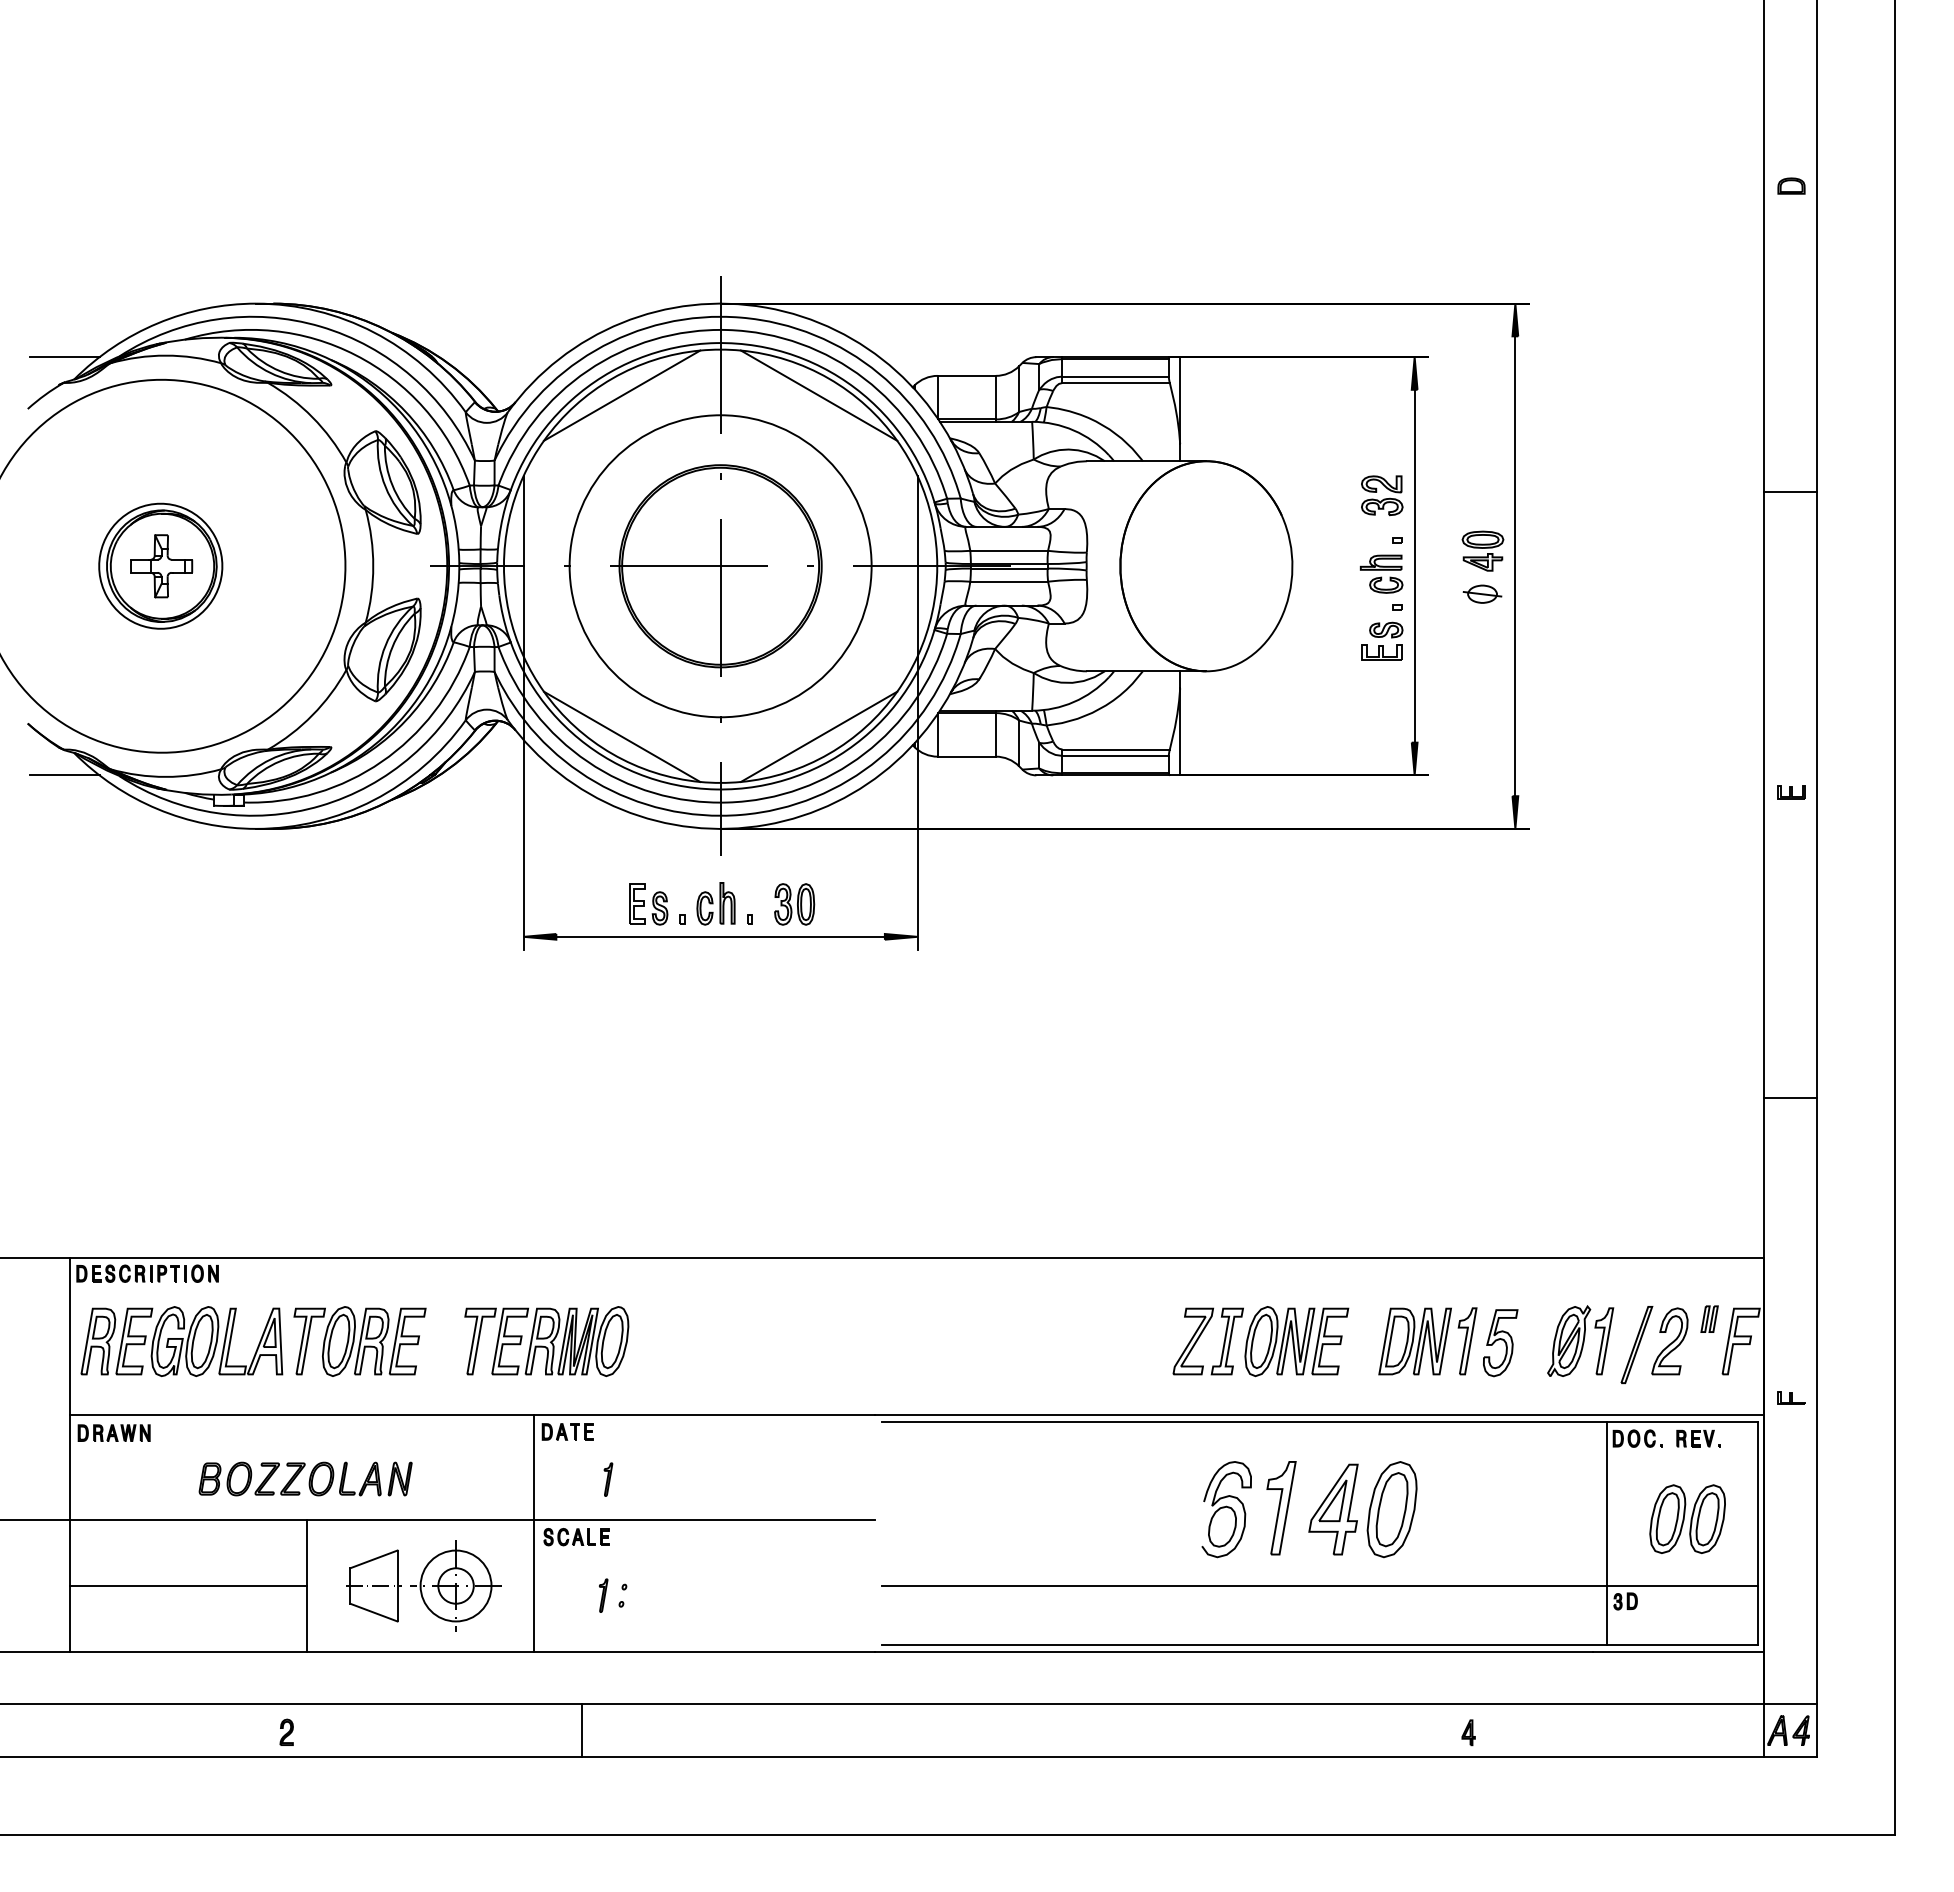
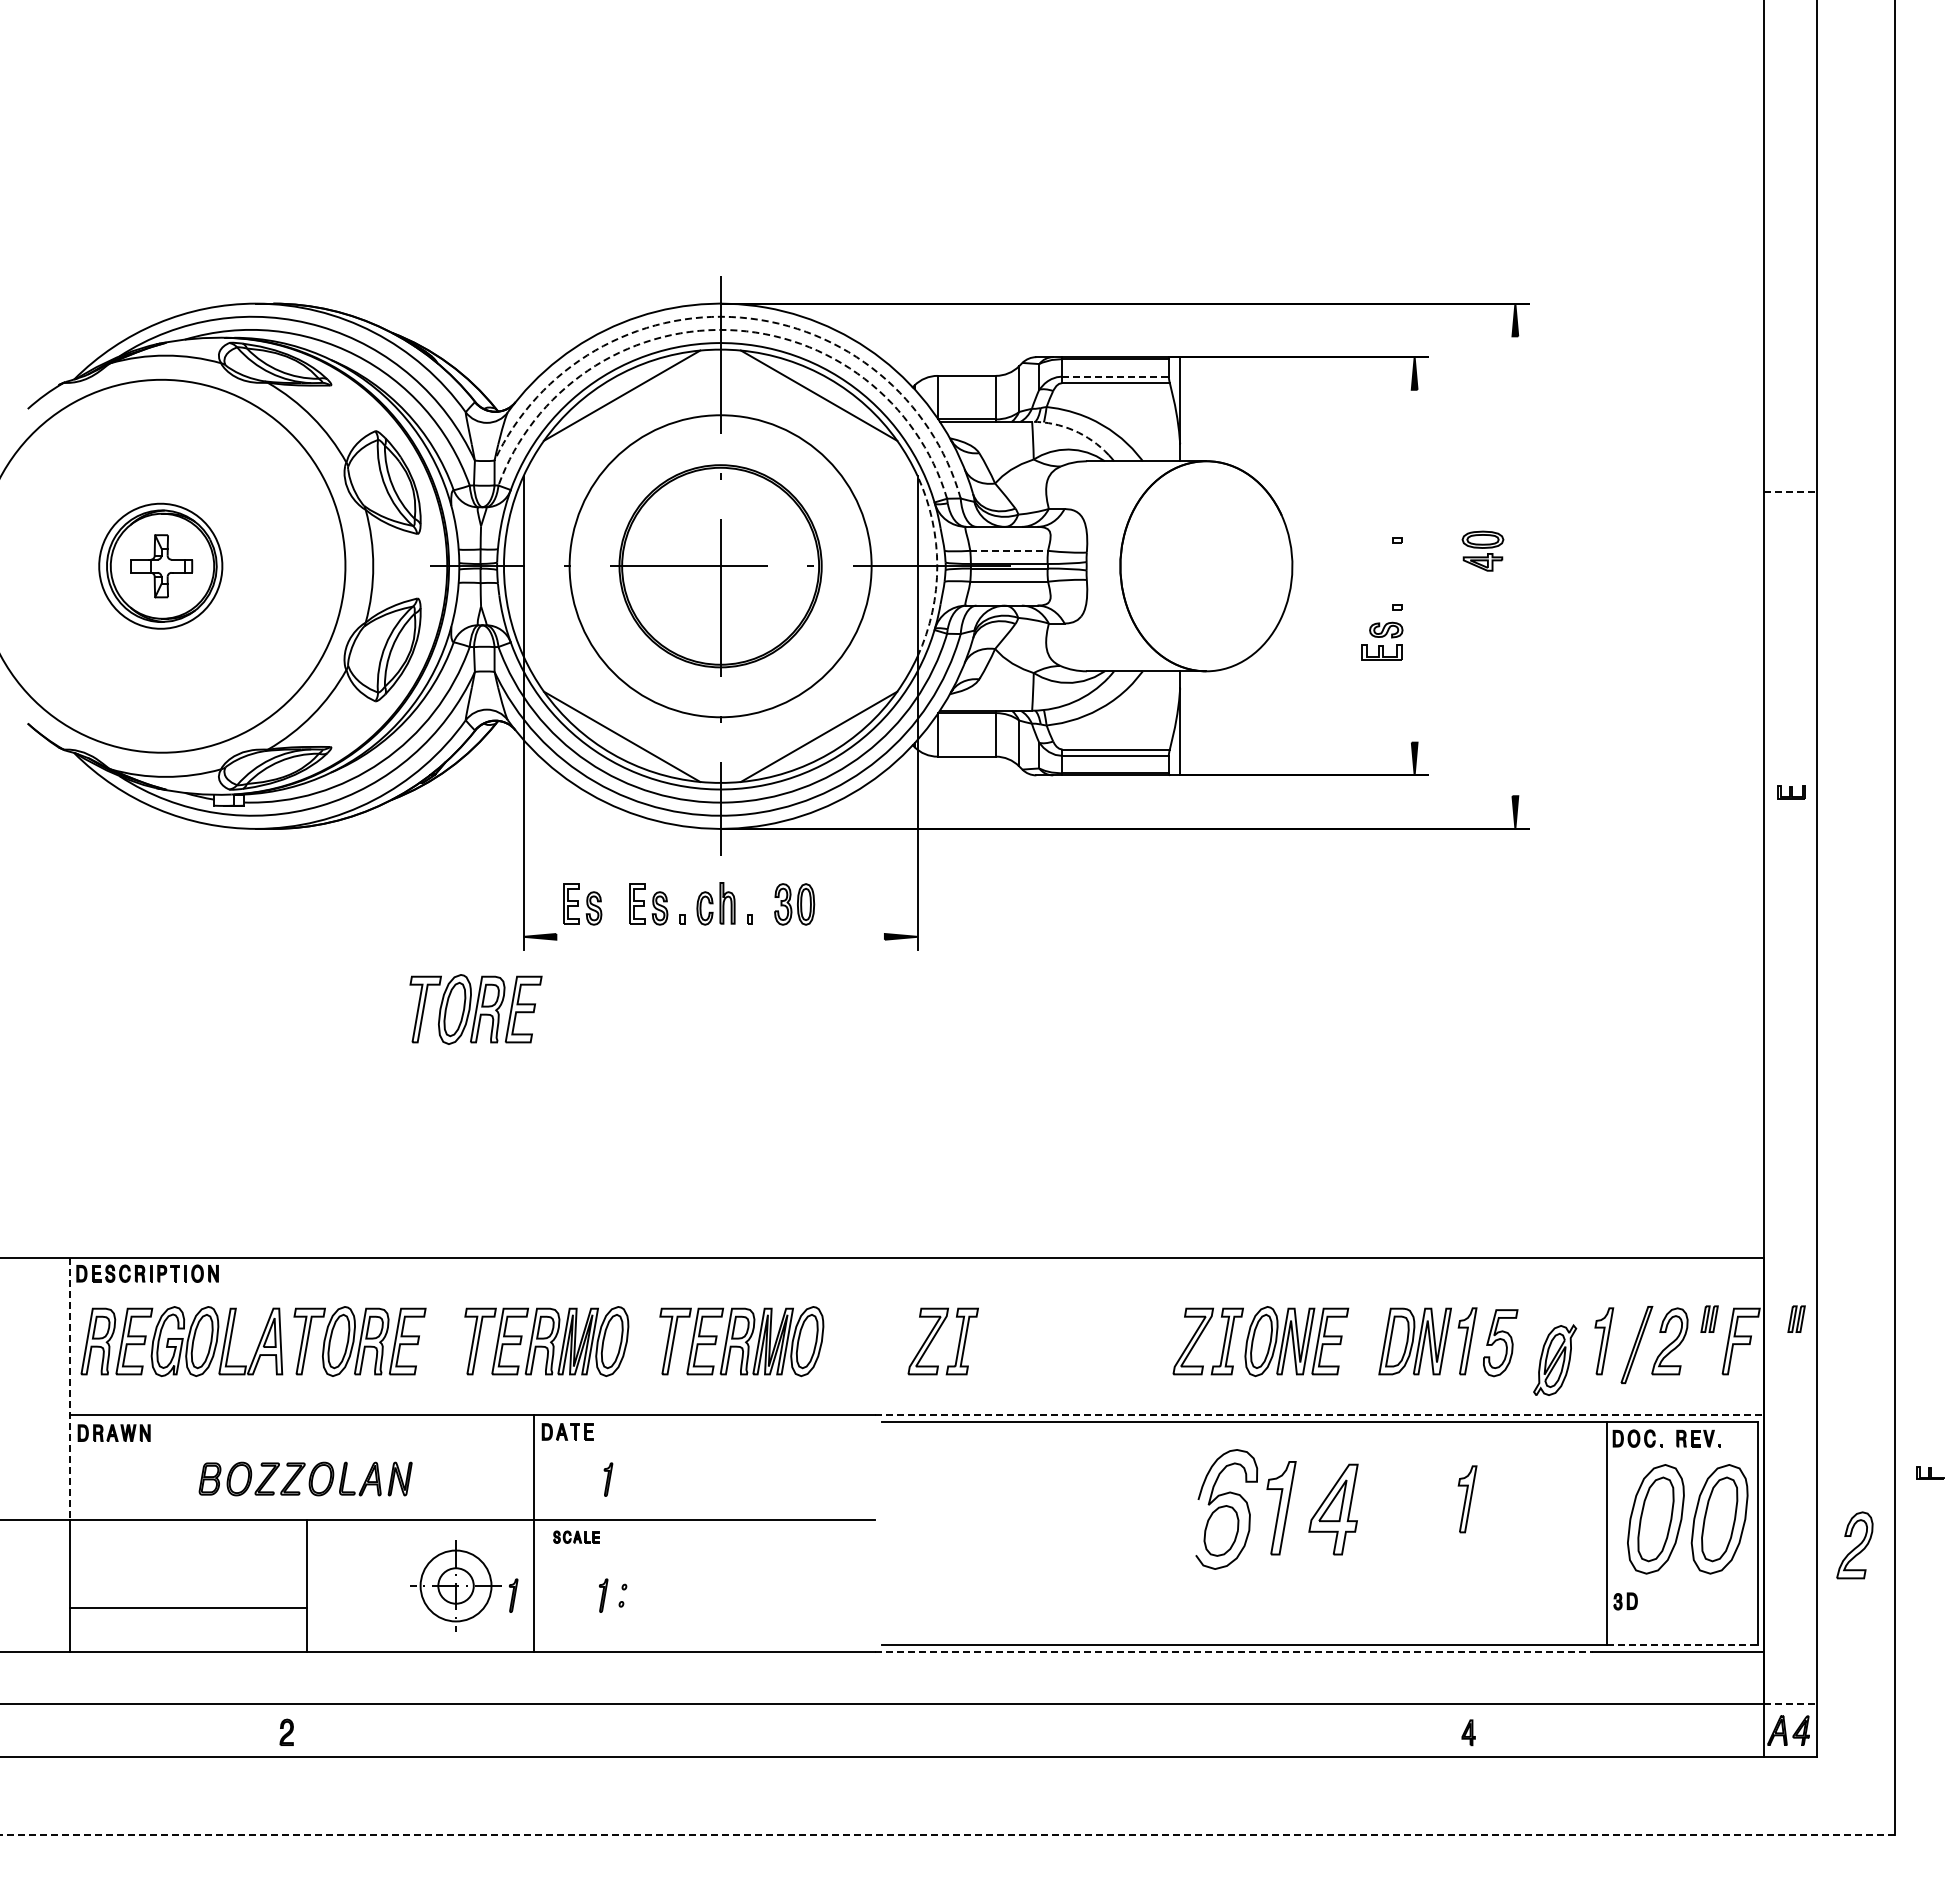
part at (1791, 185): present -> none
arc at (740, 317): solid -> dashed
arc at (727, 330): solid -> dashed
line at (64, 357): present -> none
line at (1116, 376): solid -> dashed
arc at (1073, 430): solid -> dashed
line at (1790, 491): solid -> dashed
part at (1382, 495): present -> none
line at (1009, 550): solid -> dashed
line at (1414, 565): present -> none
arc at (937, 566): solid -> dashed
line at (1515, 566): present -> none
part at (1381, 573): present -> none
part at (1482, 593): present -> none
line at (64, 775): present -> none
part at (582, 904): none -> present
line at (720, 936): present -> none
part at (475, 1009): none -> present
line at (1790, 1097): present -> none
part at (1796, 1318): none -> present
part at (936, 1335): none -> present
part at (1569, 1340) position: (1569, 1340) -> (1555, 1359)
part at (741, 1341): none -> present
line at (70, 1389): solid -> dashed
part at (1791, 1397) position: (1791, 1397) -> (1930, 1472)
line at (1320, 1415): solid -> dashed
part at (1467, 1499): none -> present
part at (1226, 1509) size: 51x98 px -> 64x121 px
part at (1391, 1509): present -> none
part at (1687, 1518) size: 77x70 px -> 122x111 px
part at (576, 1537) size: 67x19 px -> 47x14 px
part at (1854, 1545): none -> present
line at (188, 1585) position: (188, 1585) -> (188, 1607)
part at (373, 1585): present -> none
line at (1319, 1585): present -> none
part at (513, 1595): none -> present
line at (1682, 1644): solid -> dashed
line at (1234, 1651): solid -> dashed
line at (1790, 1704): solid -> dashed
line at (582, 1730): present -> none
line at (948, 1835): solid -> dashed
